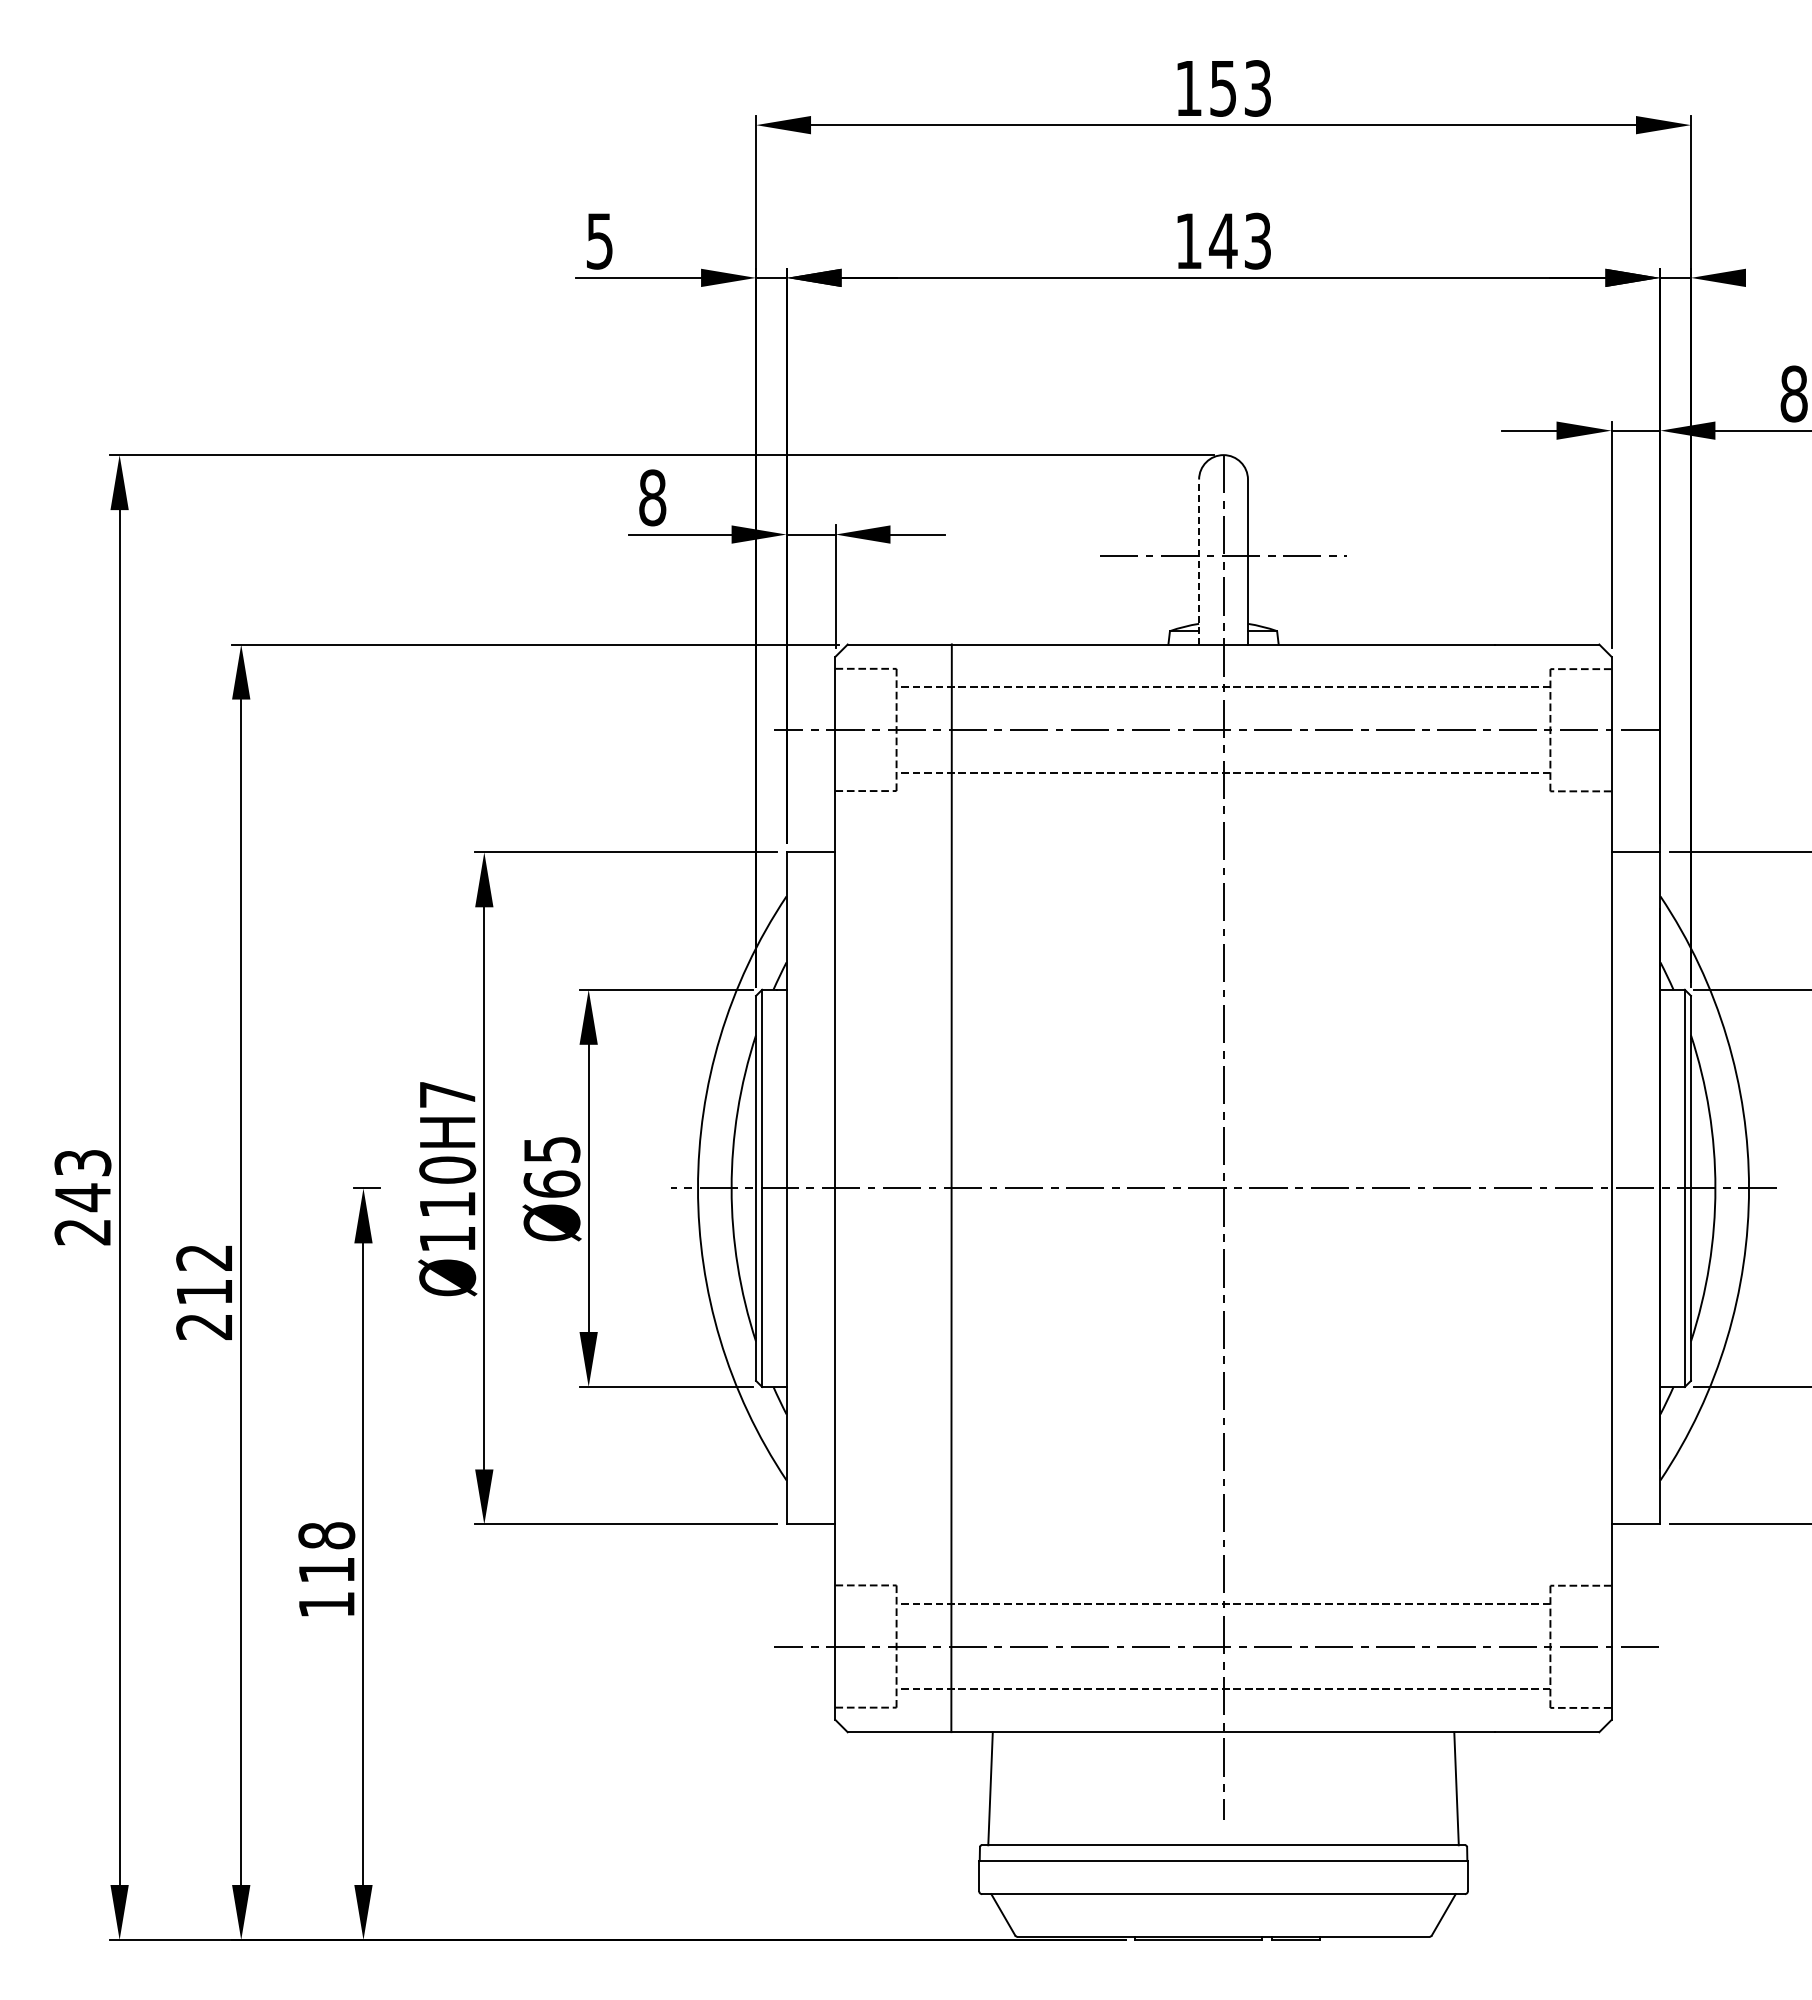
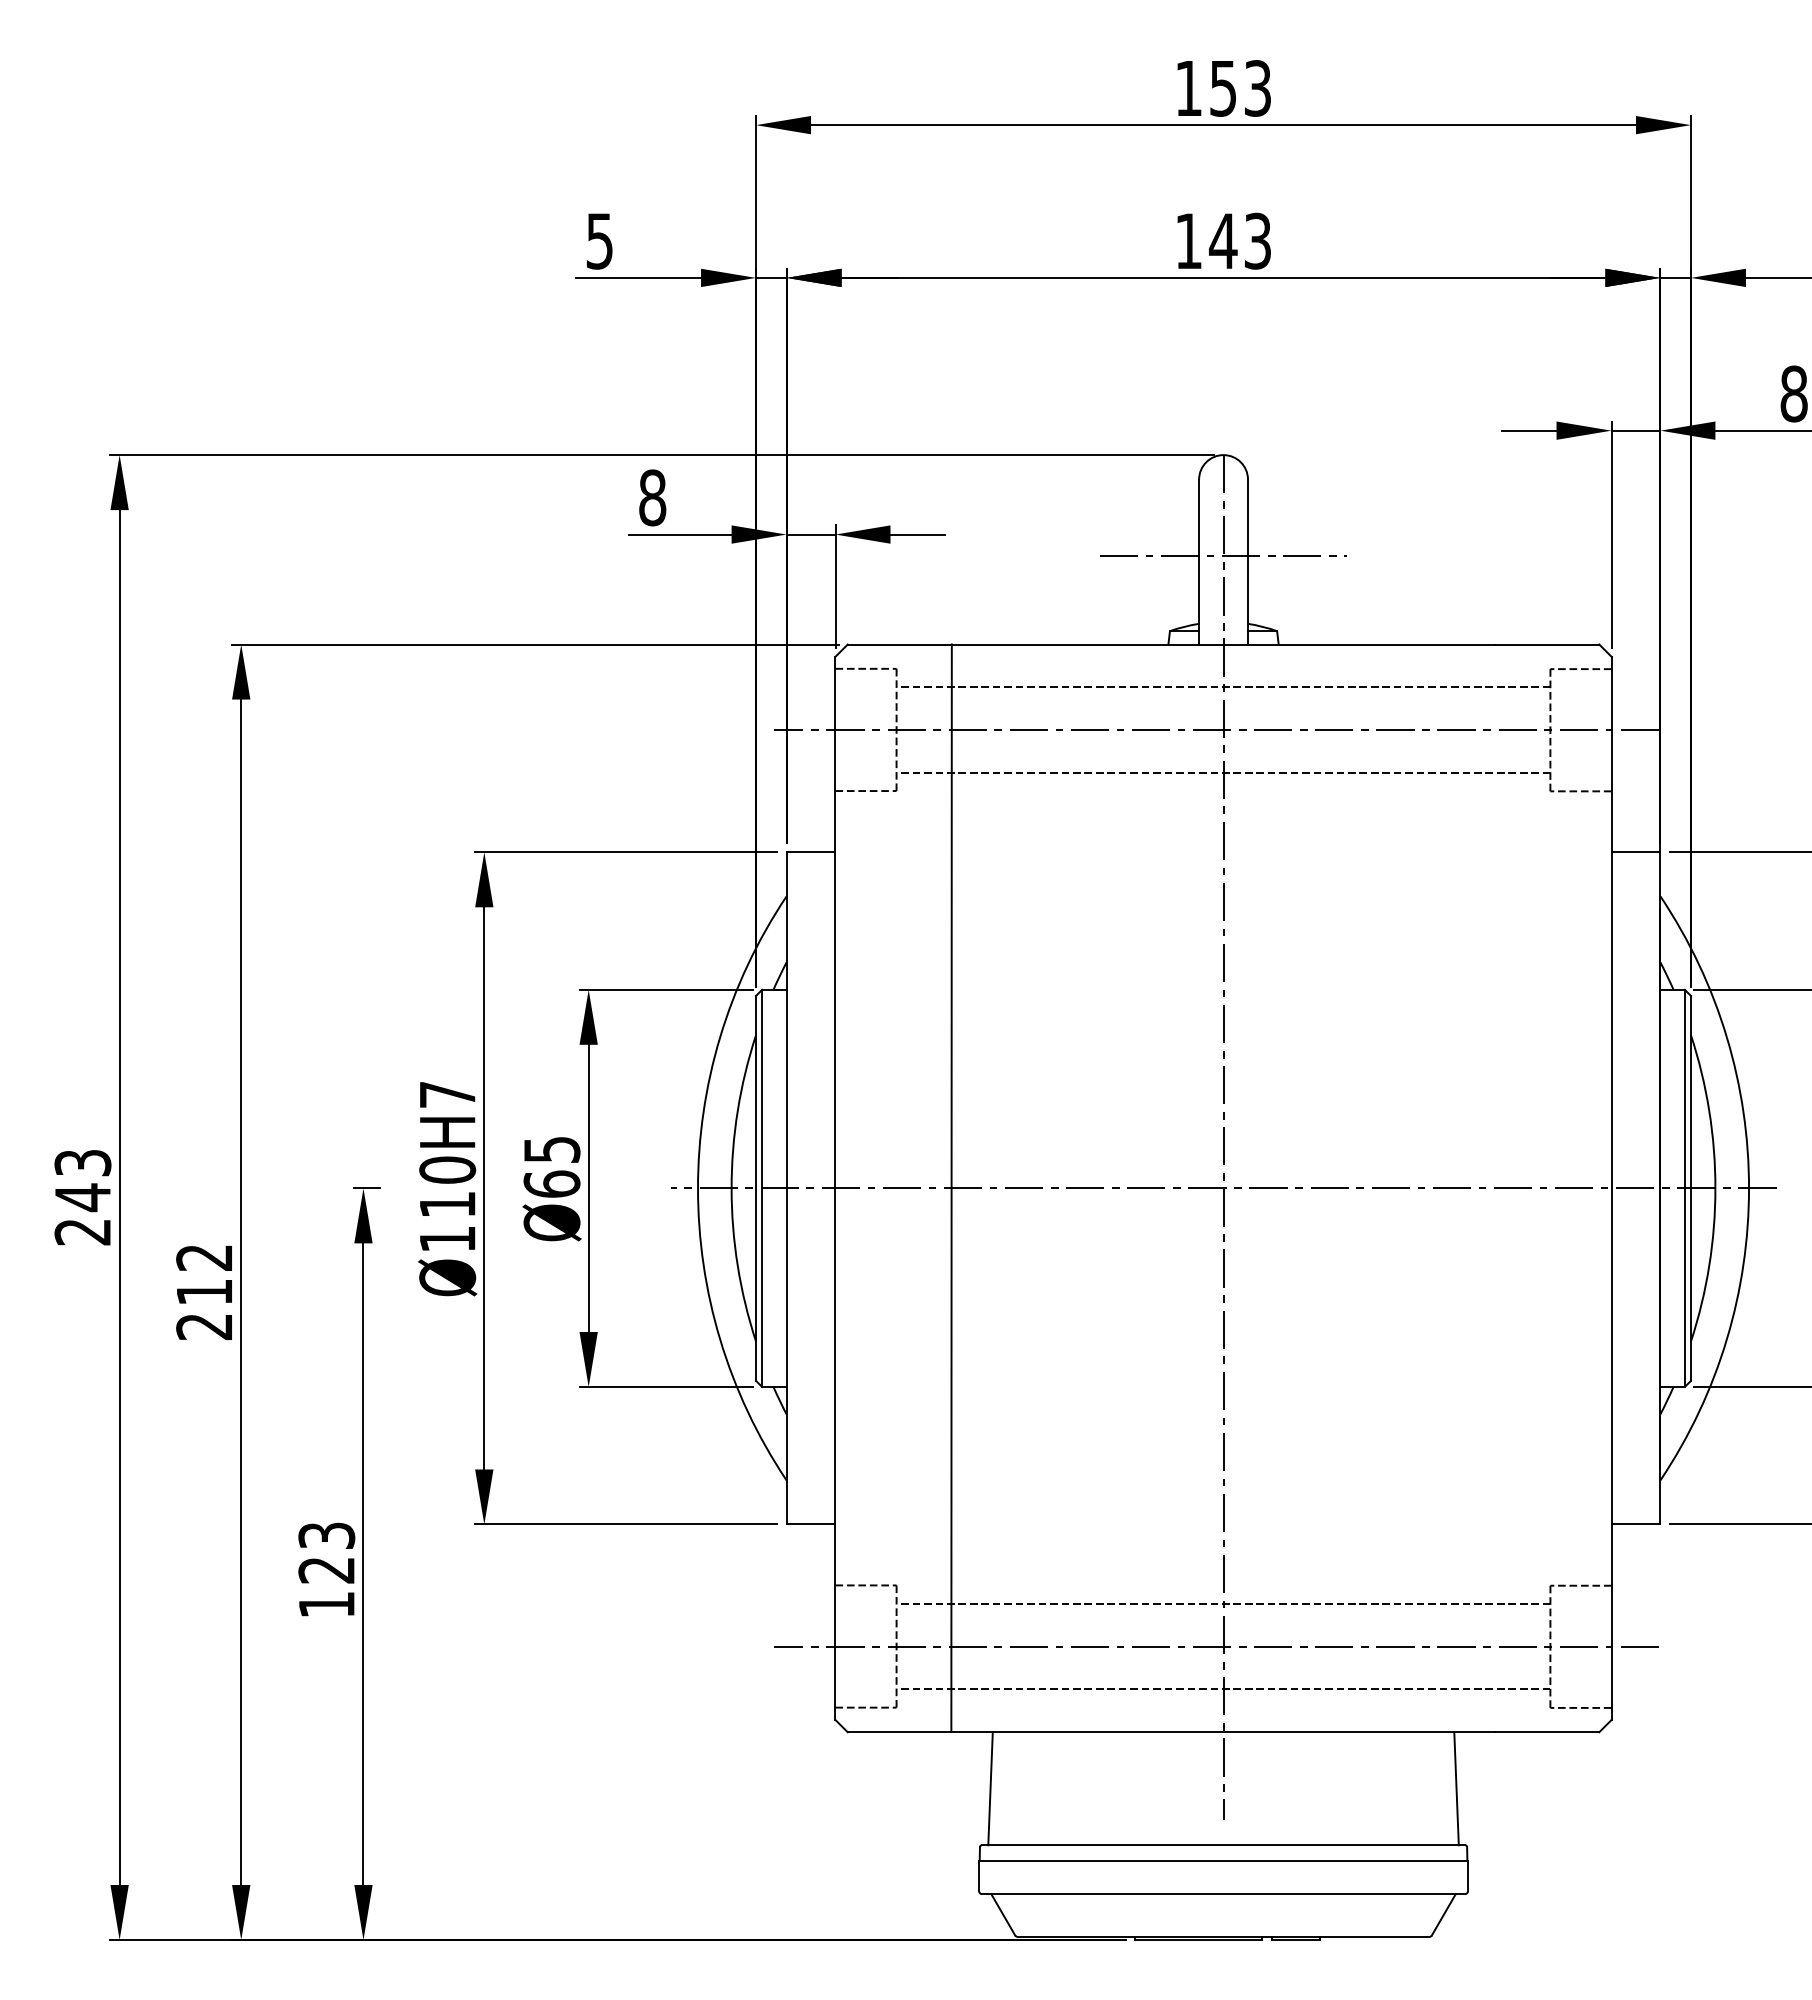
line at (1776, 277): none -> present
line at (1199, 561): dashed -> solid
text at (326, 1552): 118 -> 123
